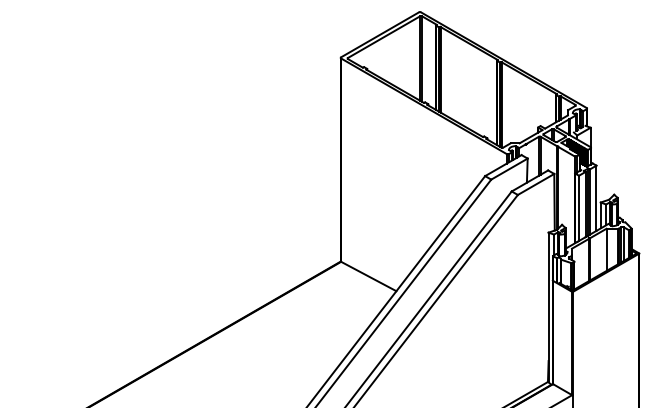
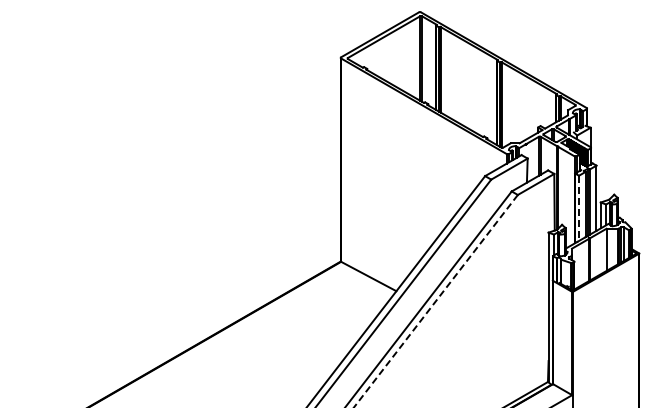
line at (579, 208): solid -> dashed
line at (435, 301): solid -> dashed
